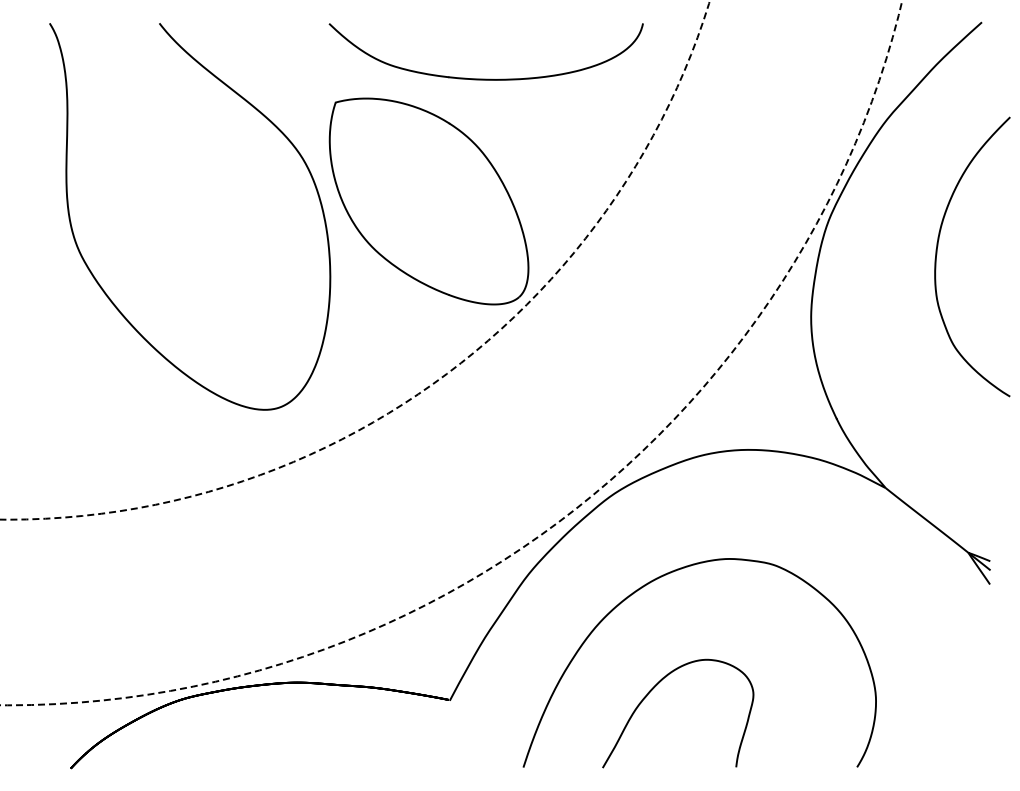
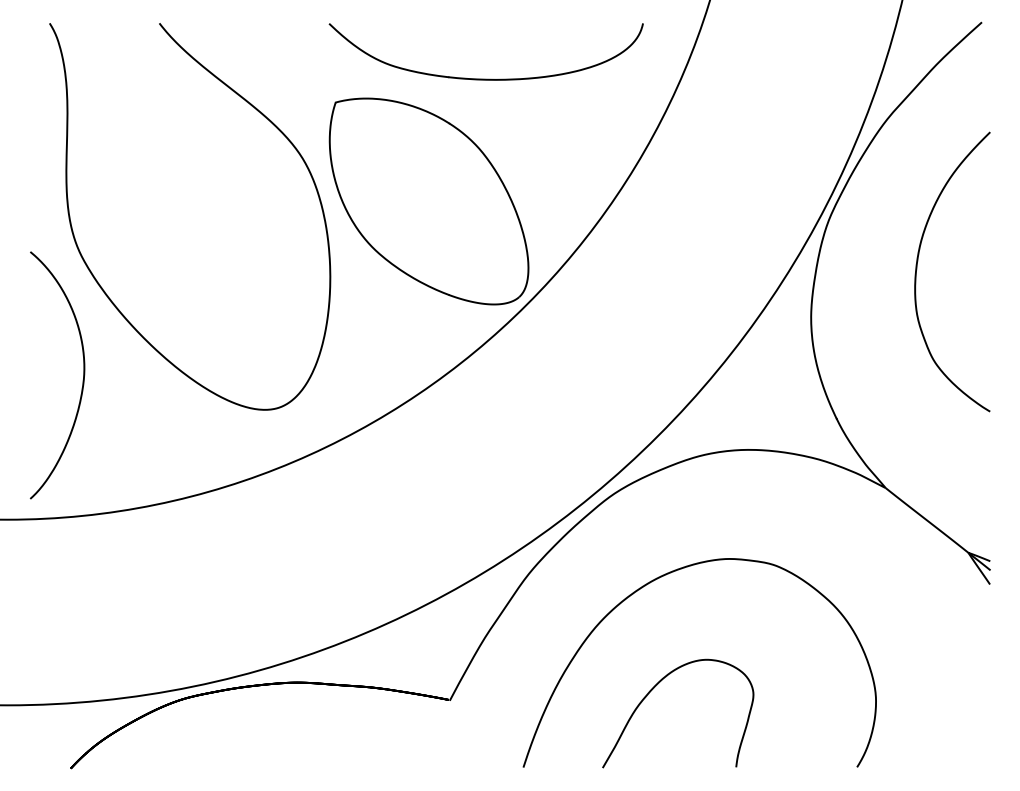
curve at (937, 254) position: (937, 254) -> (917, 269)
circle at (355, 259): dashed -> solid
circle at (451, 352): dashed -> solid
curve at (82, 380): none -> present
